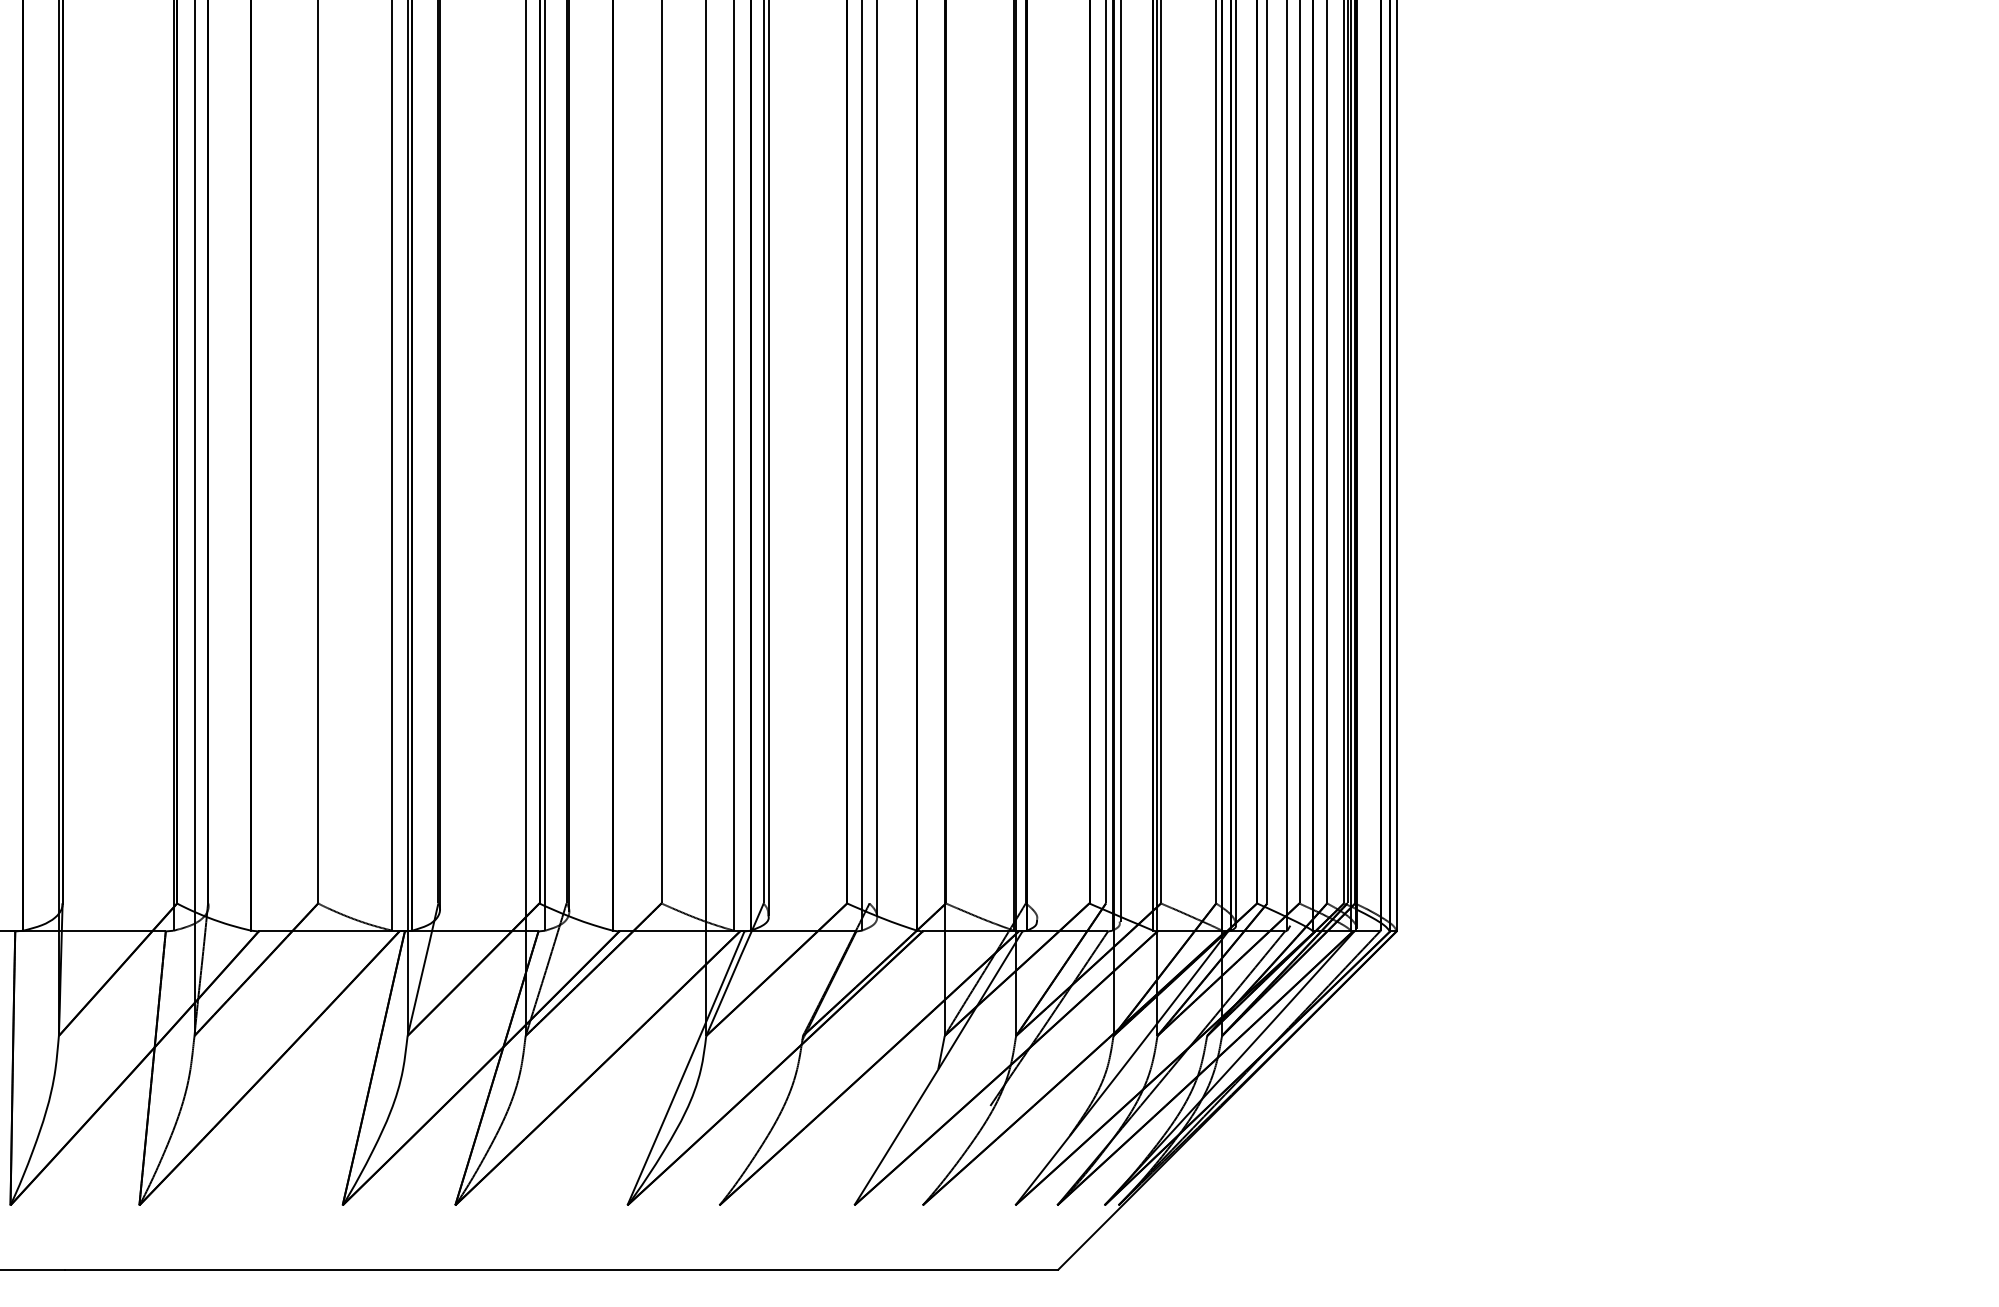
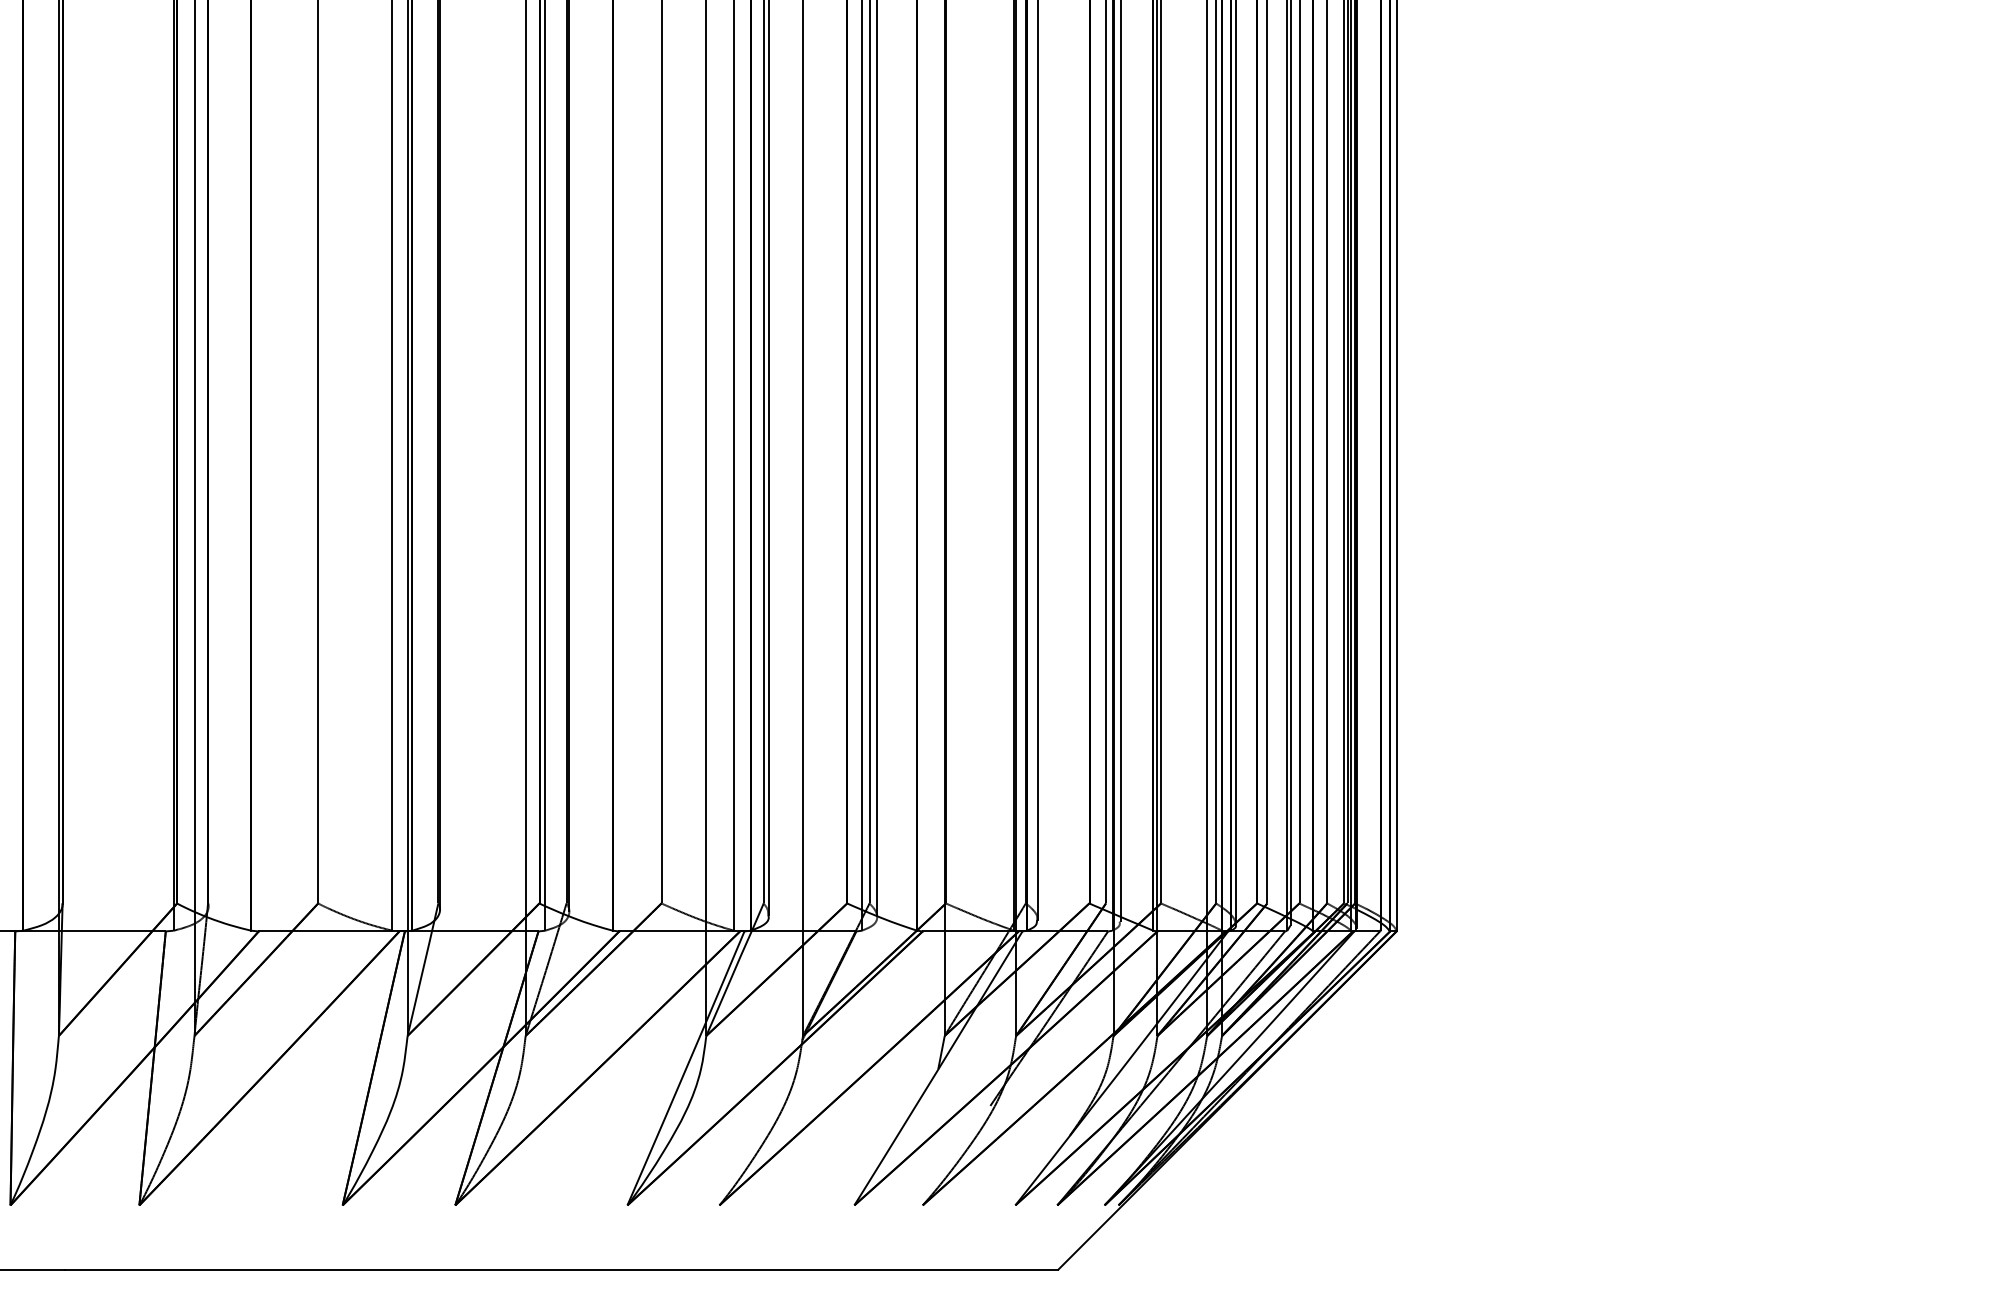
line at (869, 452): none -> present
line at (1037, 460): none -> present
line at (1290, 463): none -> present
line at (803, 518): none -> present
line at (1207, 518): none -> present
